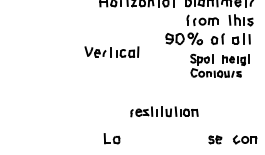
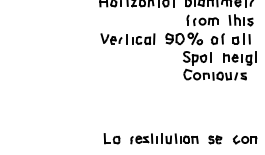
part at (111, 51) position: (111, 51) -> (127, 38)
part at (219, 65) size: 60x25 px -> 74x30 px
part at (164, 111) position: (164, 111) -> (164, 138)
